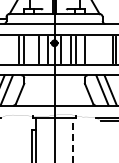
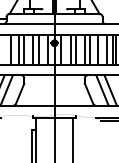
line at (10, 49): none -> present
line at (32, 49): none -> present
line at (90, 49): none -> present
line at (98, 49): none -> present
line at (107, 49): none -> present
line at (73, 140): dashed -> solid
